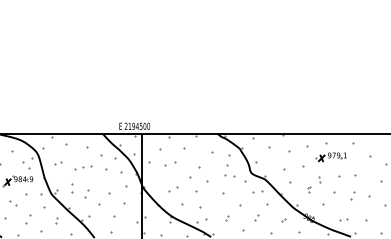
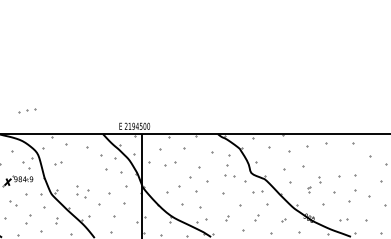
part at (330, 157): present -> none
part at (83, 167) position: (83, 167) -> (27, 110)
part at (72, 188) position: (72, 188) -> (77, 190)
part at (173, 189) size: 11x7 px -> 15x9 px
part at (352, 195) size: 6x10 px -> 9x14 px
